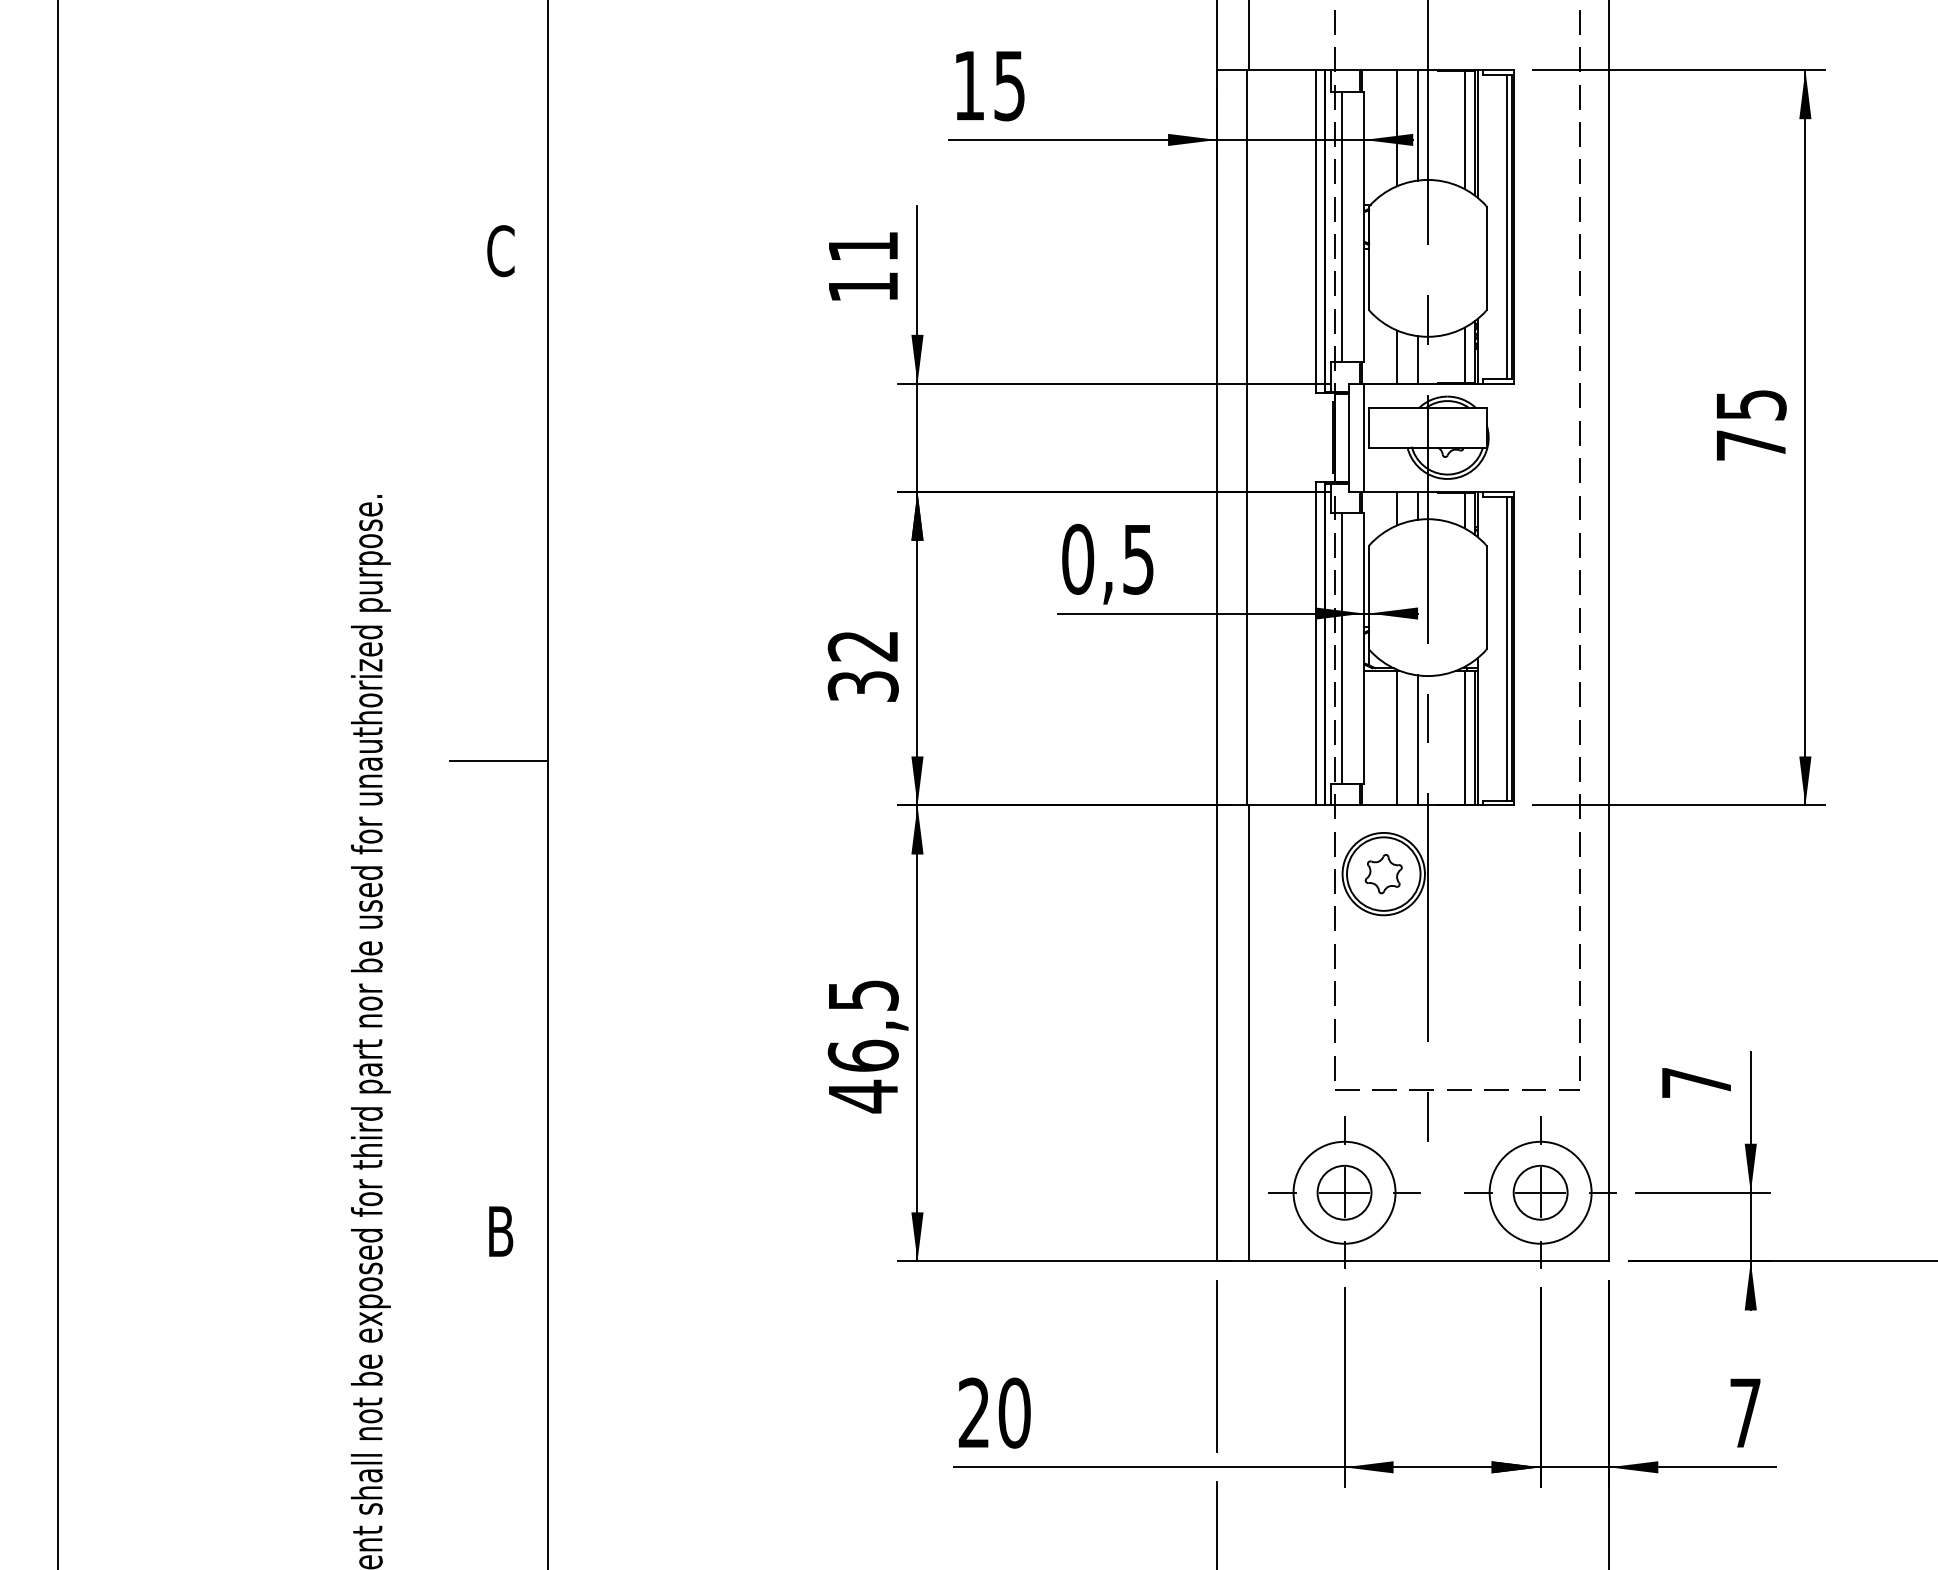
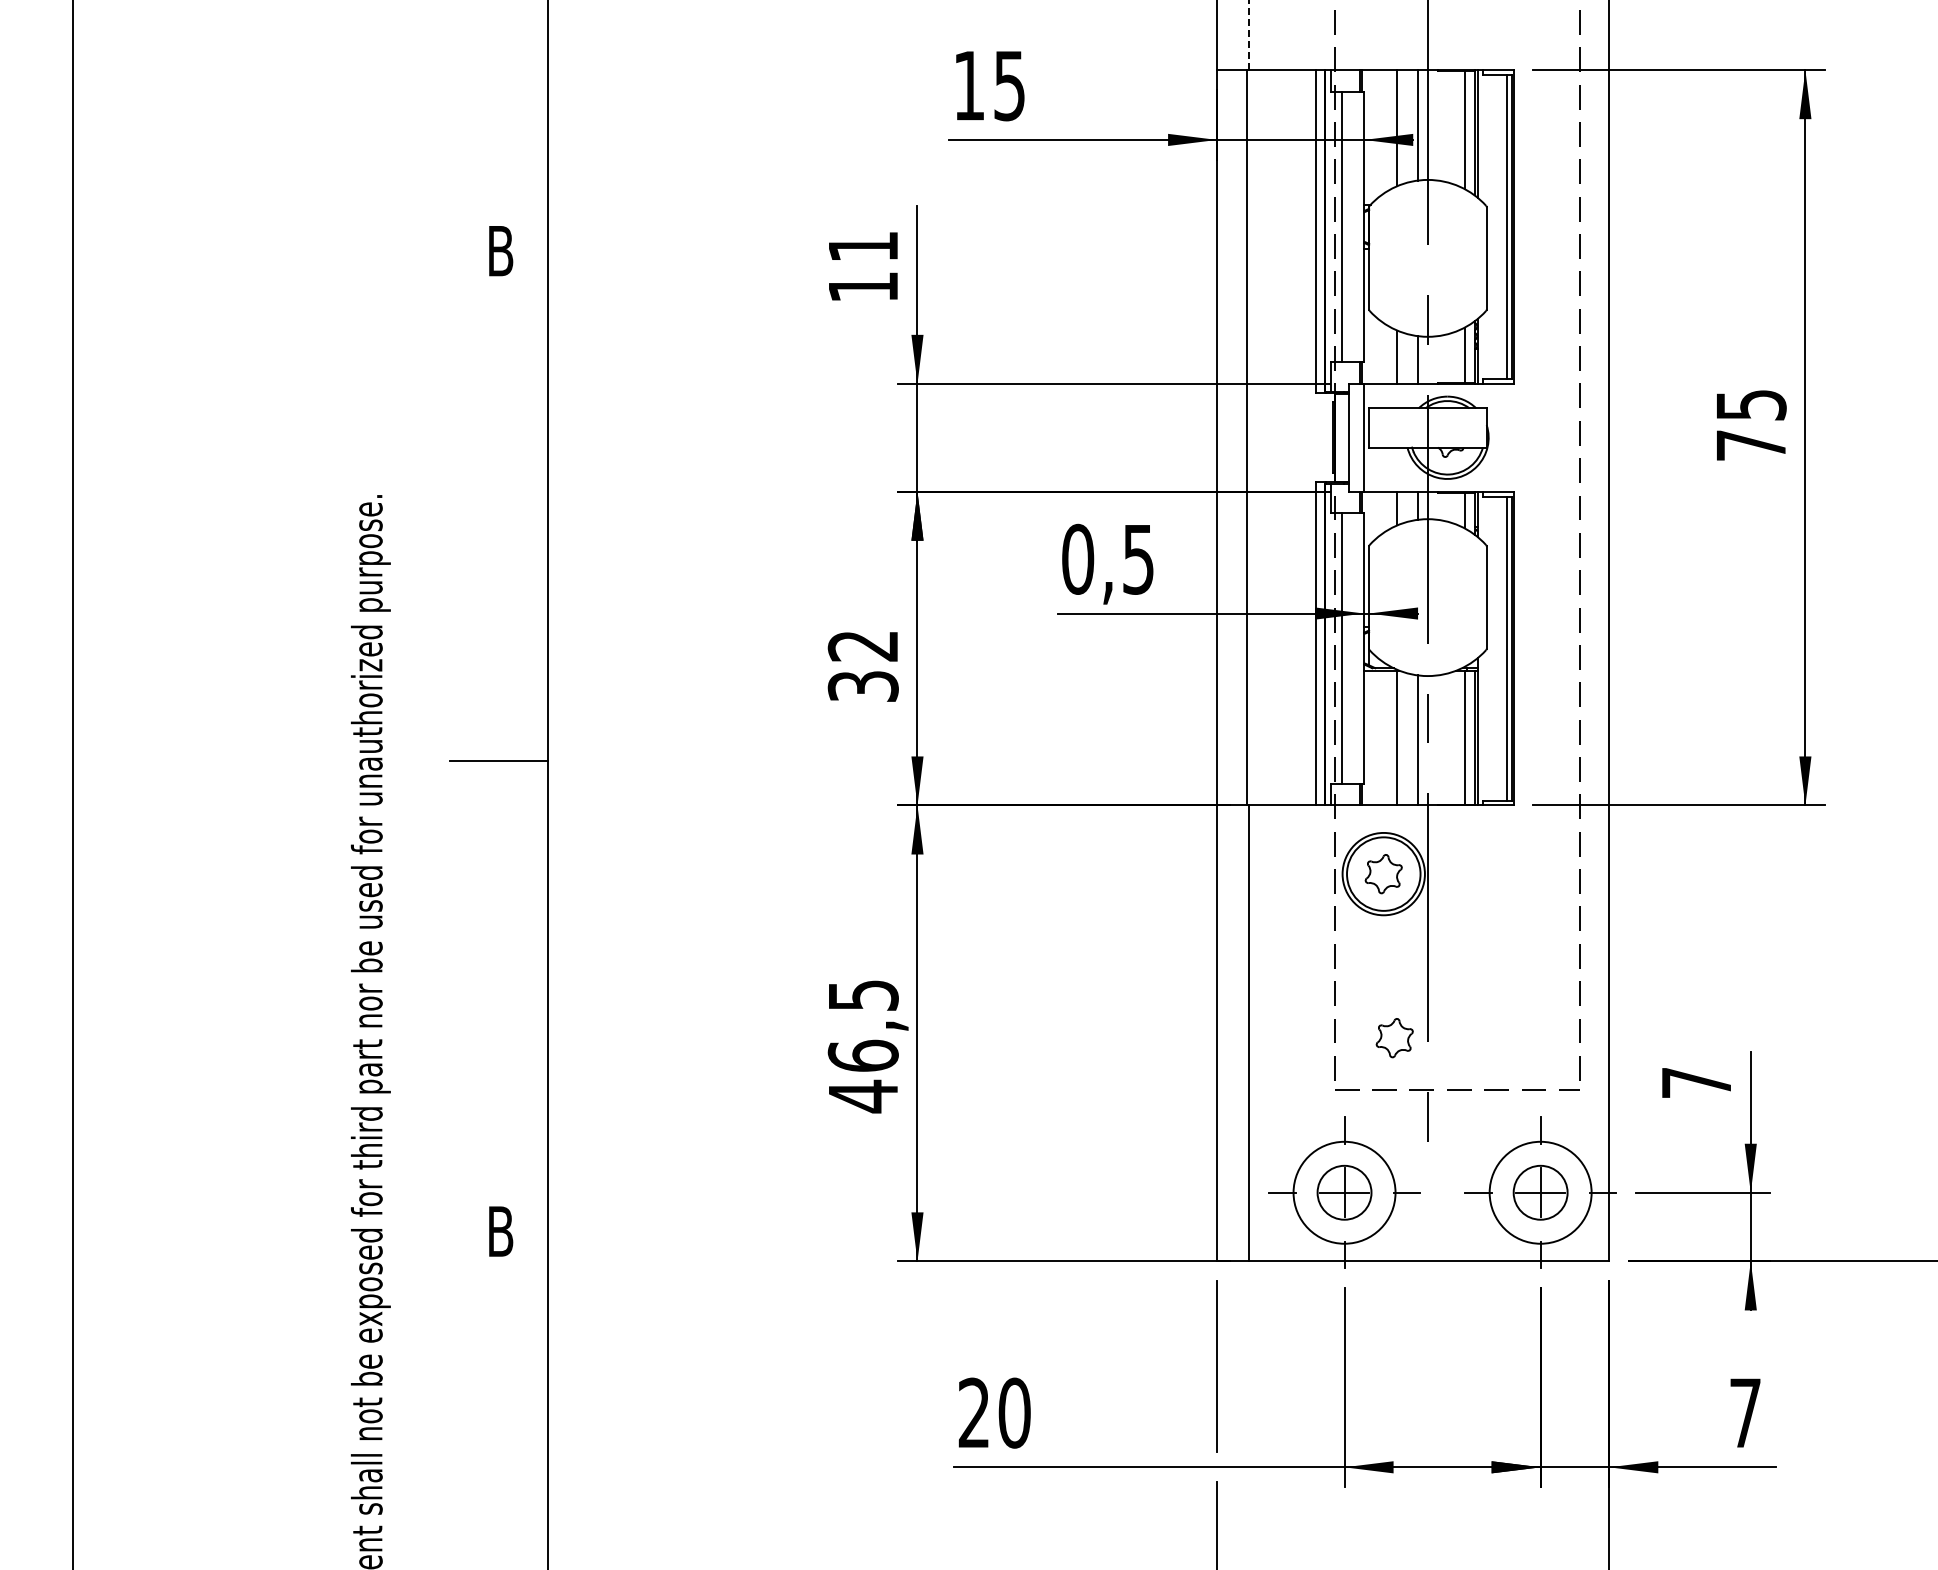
line at (1249, 35): solid -> dashed
text at (500, 251): C -> B
line at (58, 784) position: (58, 784) -> (73, 784)
part at (1394, 1038): none -> present
